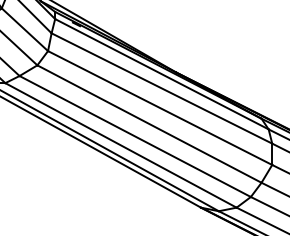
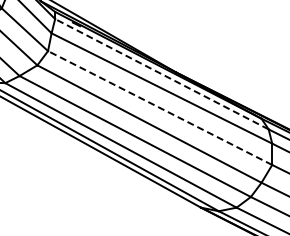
line at (161, 74): solid -> dashed
line at (160, 108): solid -> dashed
